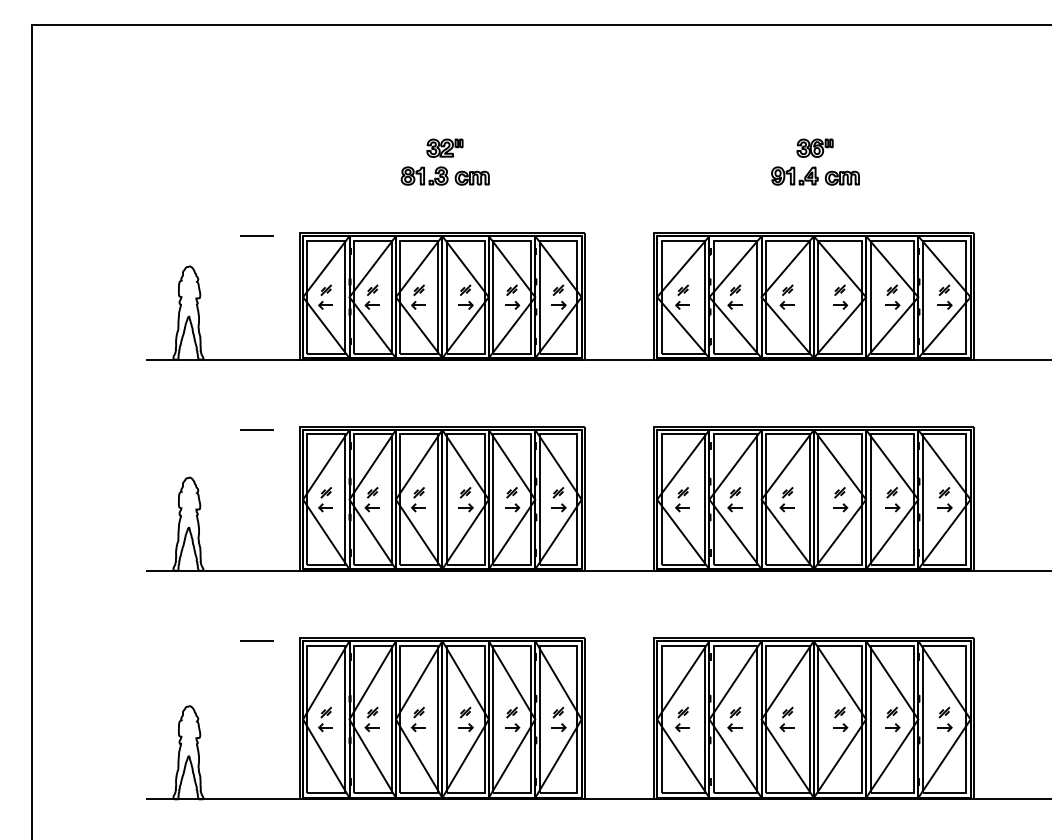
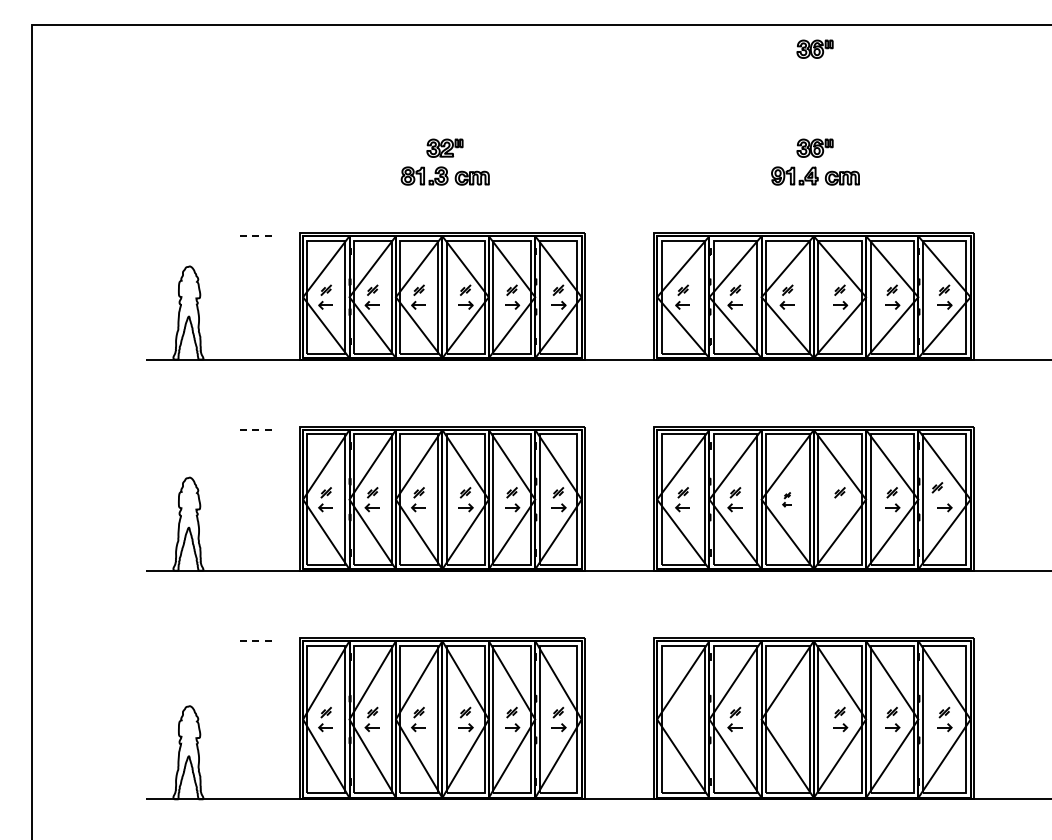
part at (814, 48): none -> present
line at (257, 236): solid -> dashed
line at (257, 430): solid -> dashed
part at (944, 492) position: (944, 492) -> (937, 487)
part at (786, 499) size: 16x26 px -> 10x16 px
part at (840, 507): present -> none
line at (257, 641): solid -> dashed
part at (786, 718): present -> none
part at (682, 719): present -> none
